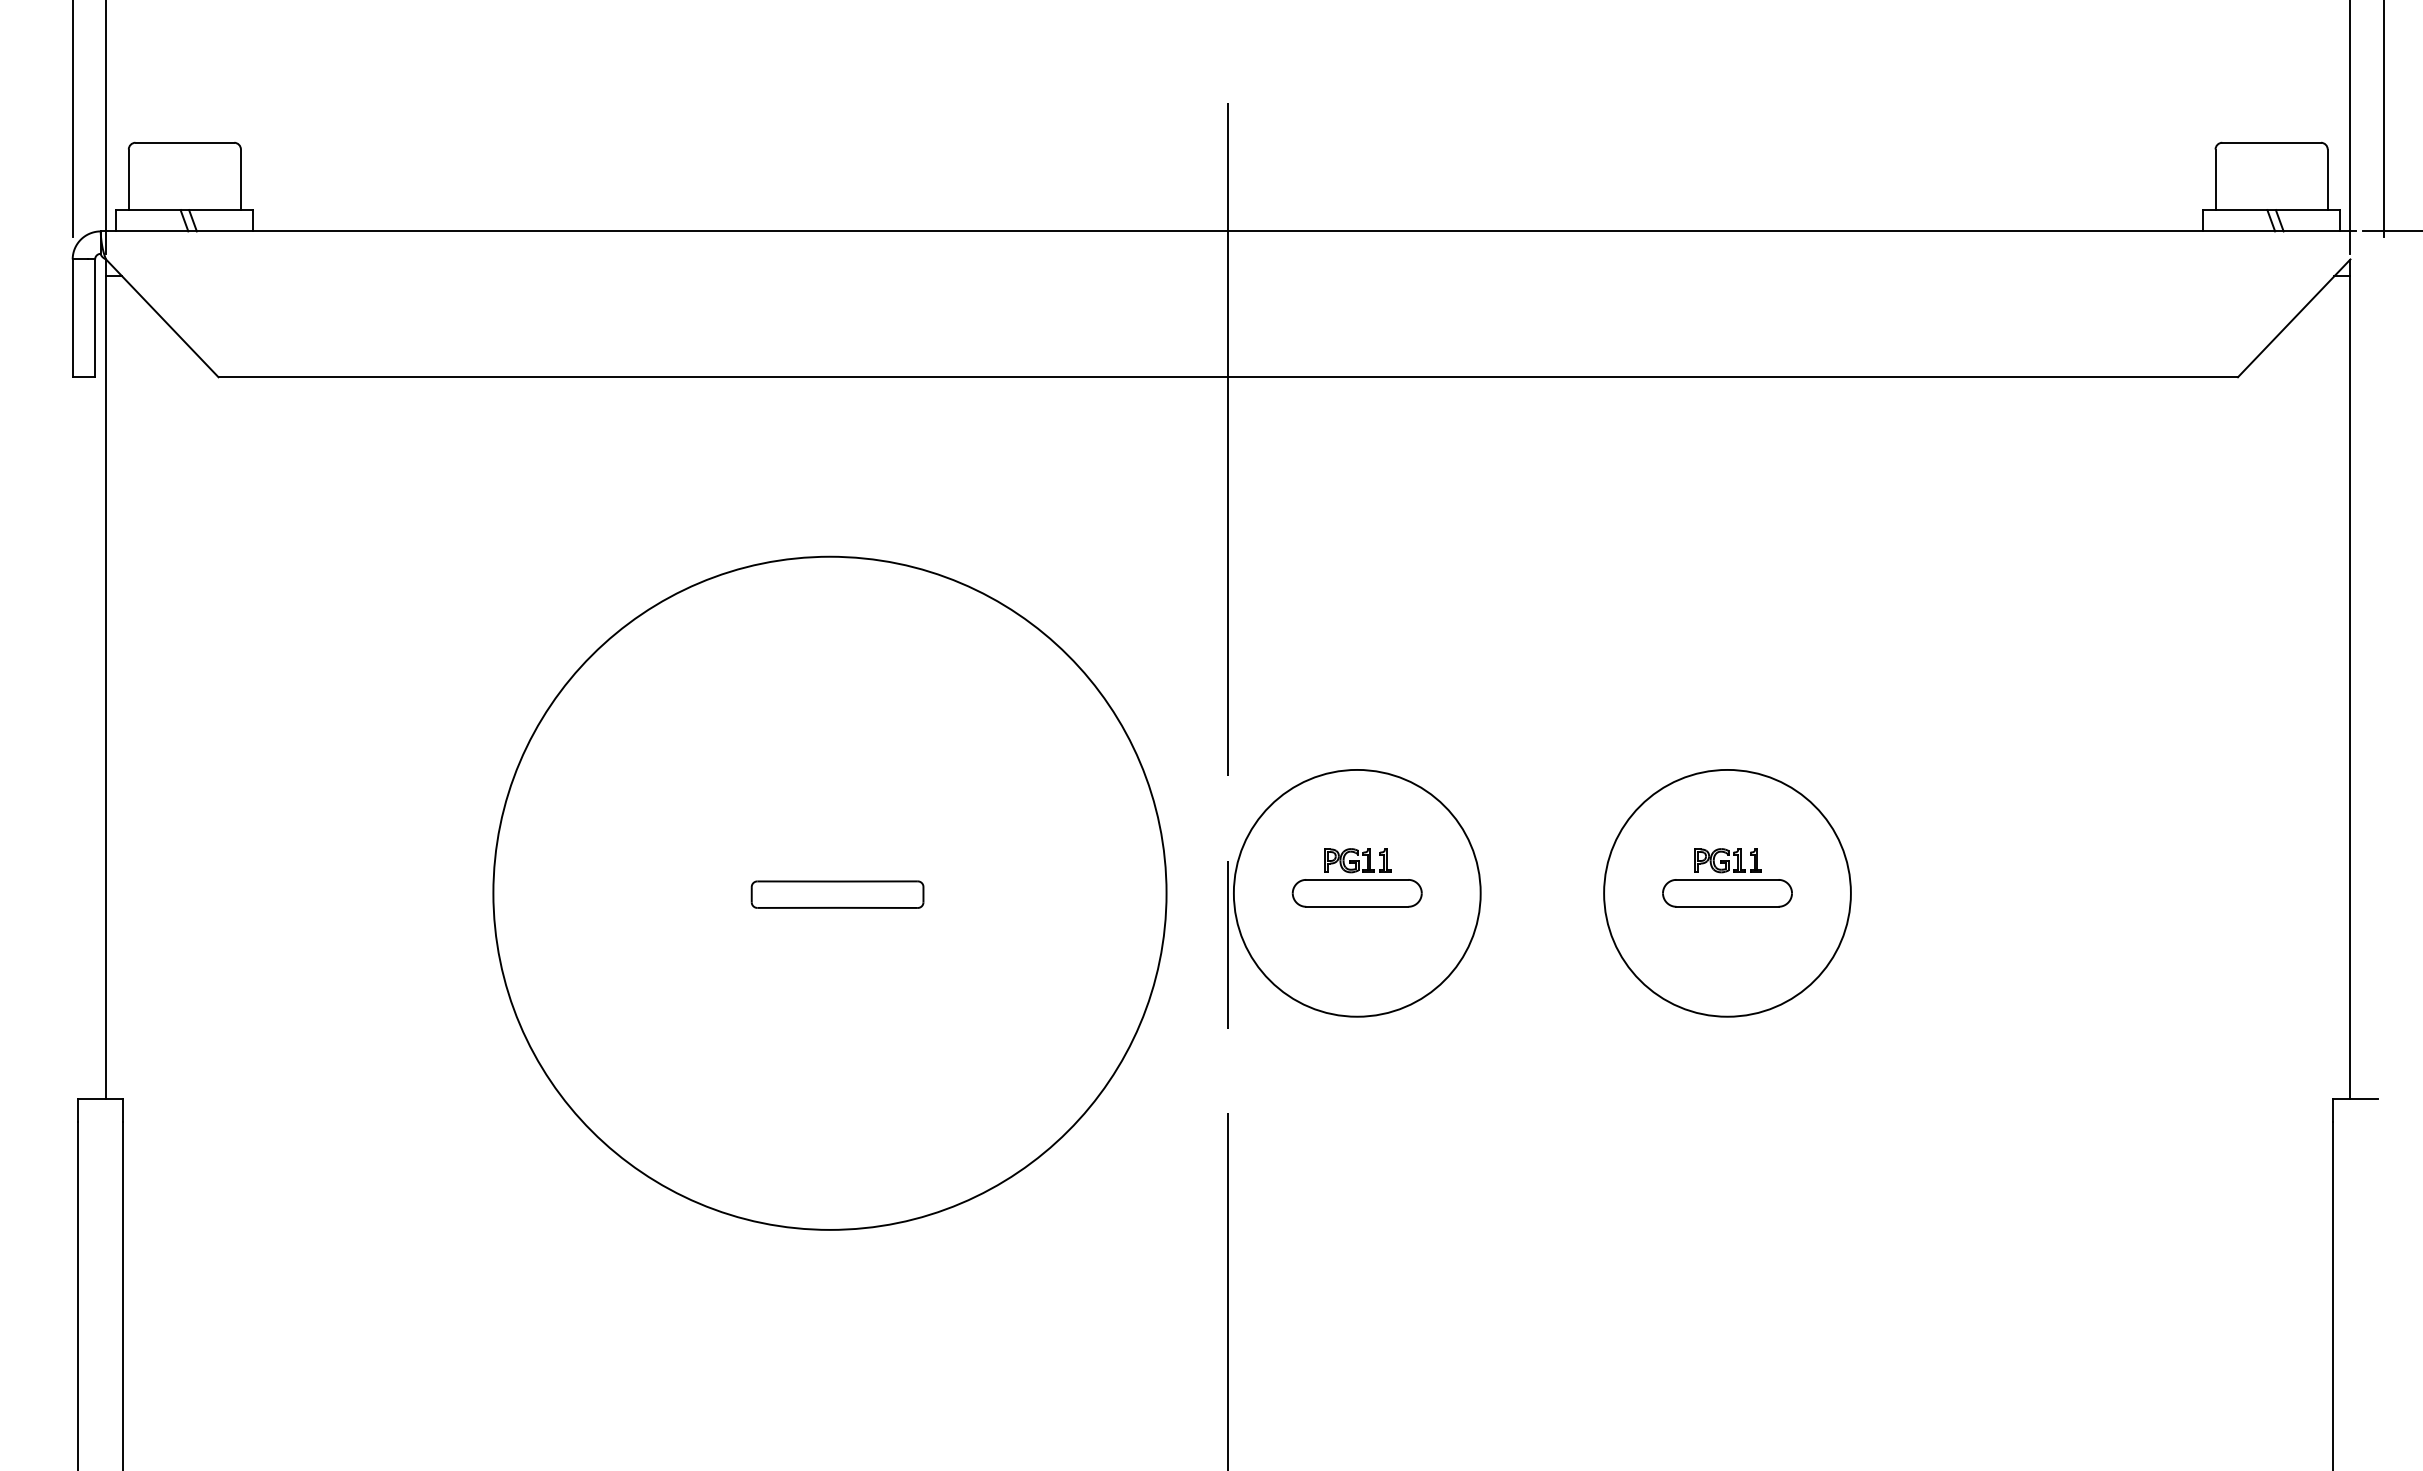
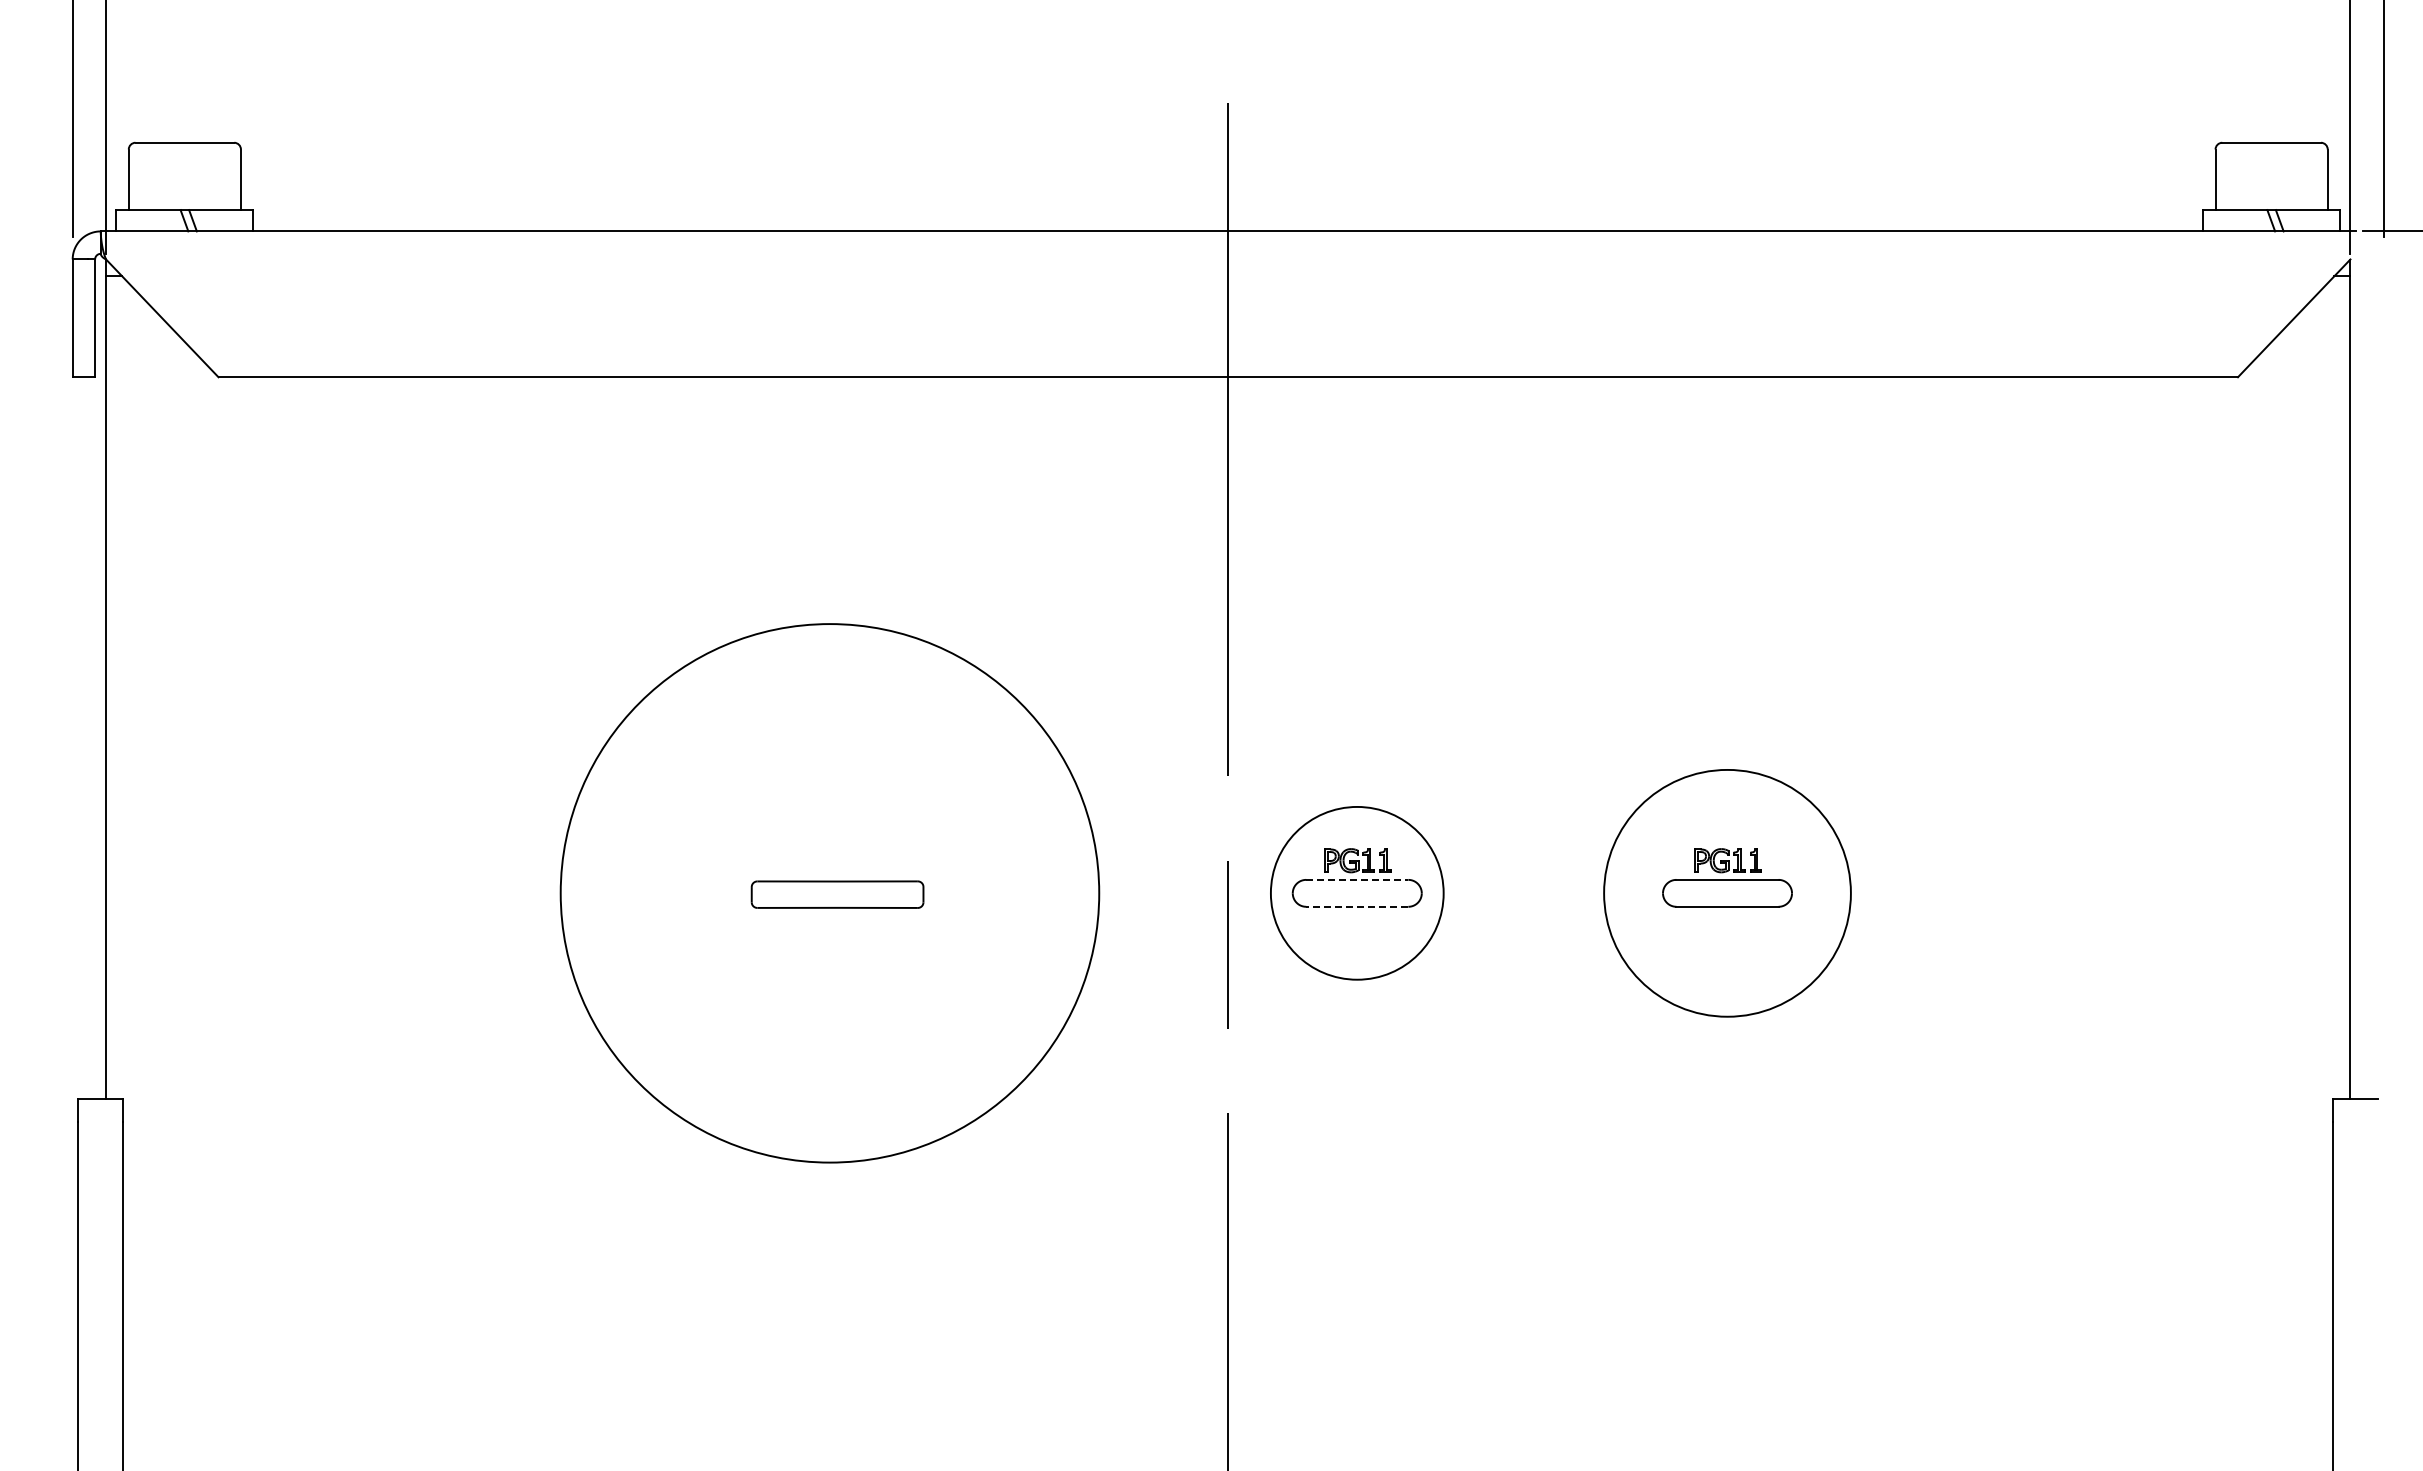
line at (1357, 879): solid -> dashed
circle at (829, 892) diameter: 673 px -> 539 px
circle at (1356, 892) diameter: 247 px -> 173 px
line at (1356, 906): solid -> dashed
